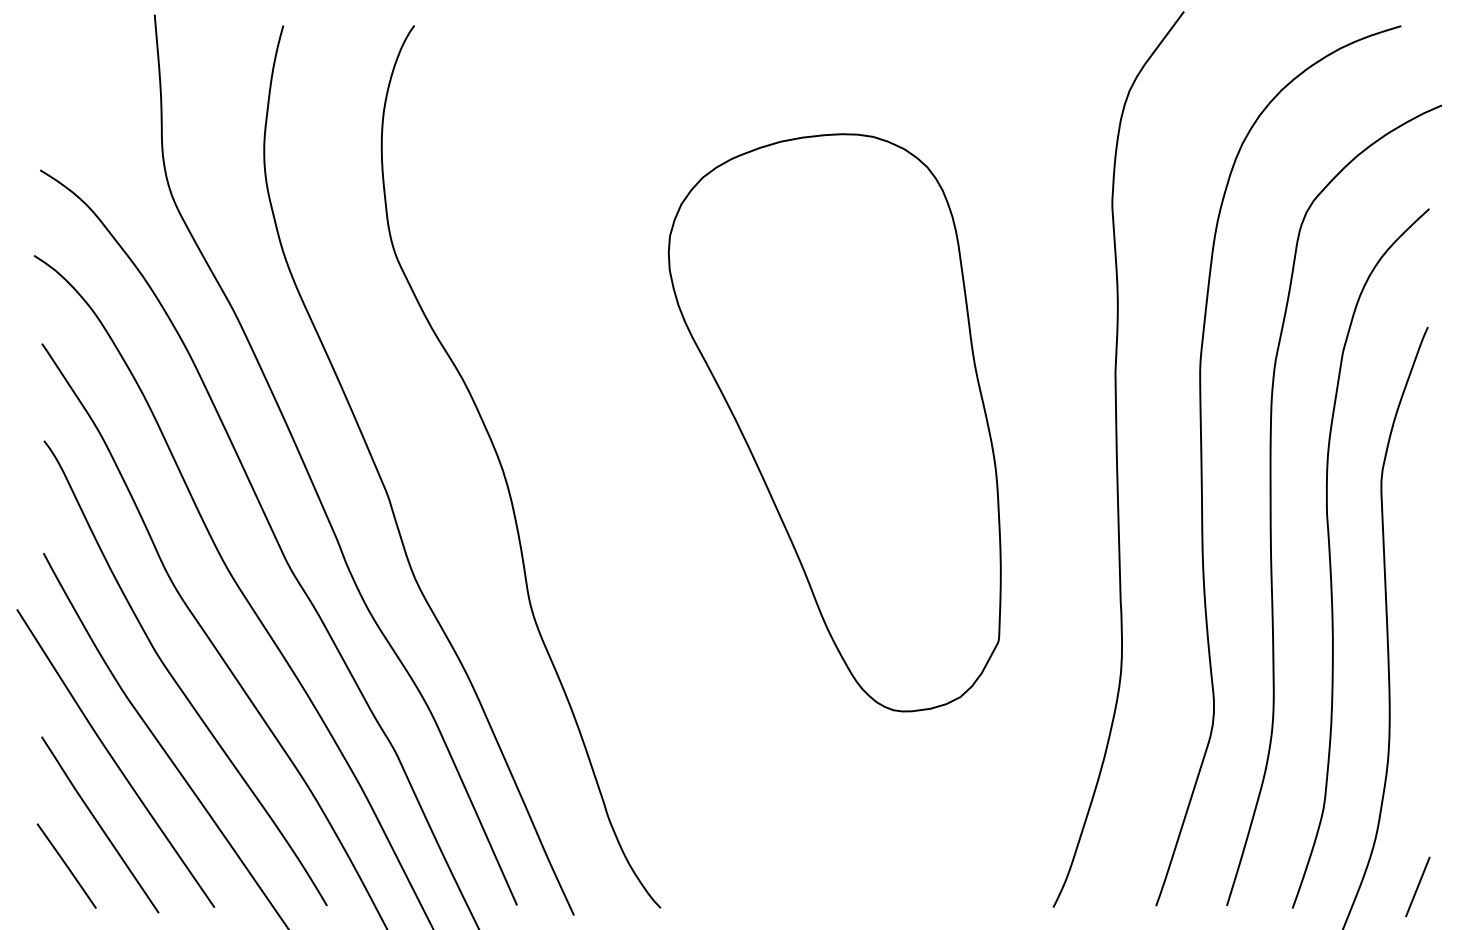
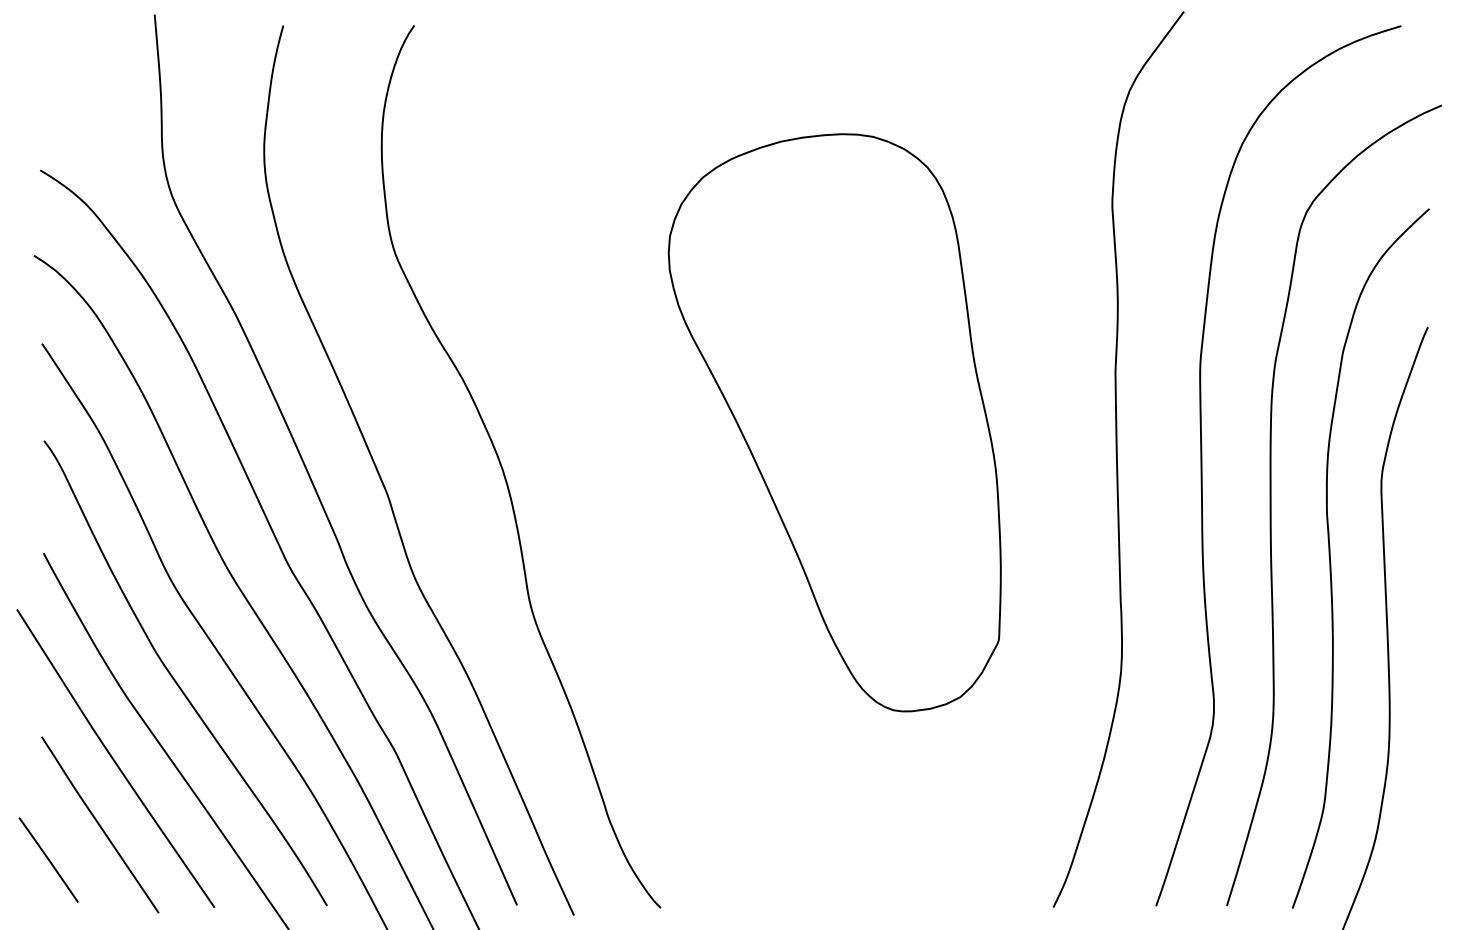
line at (66, 865) position: (66, 865) -> (48, 859)
line at (1417, 886): present -> none
